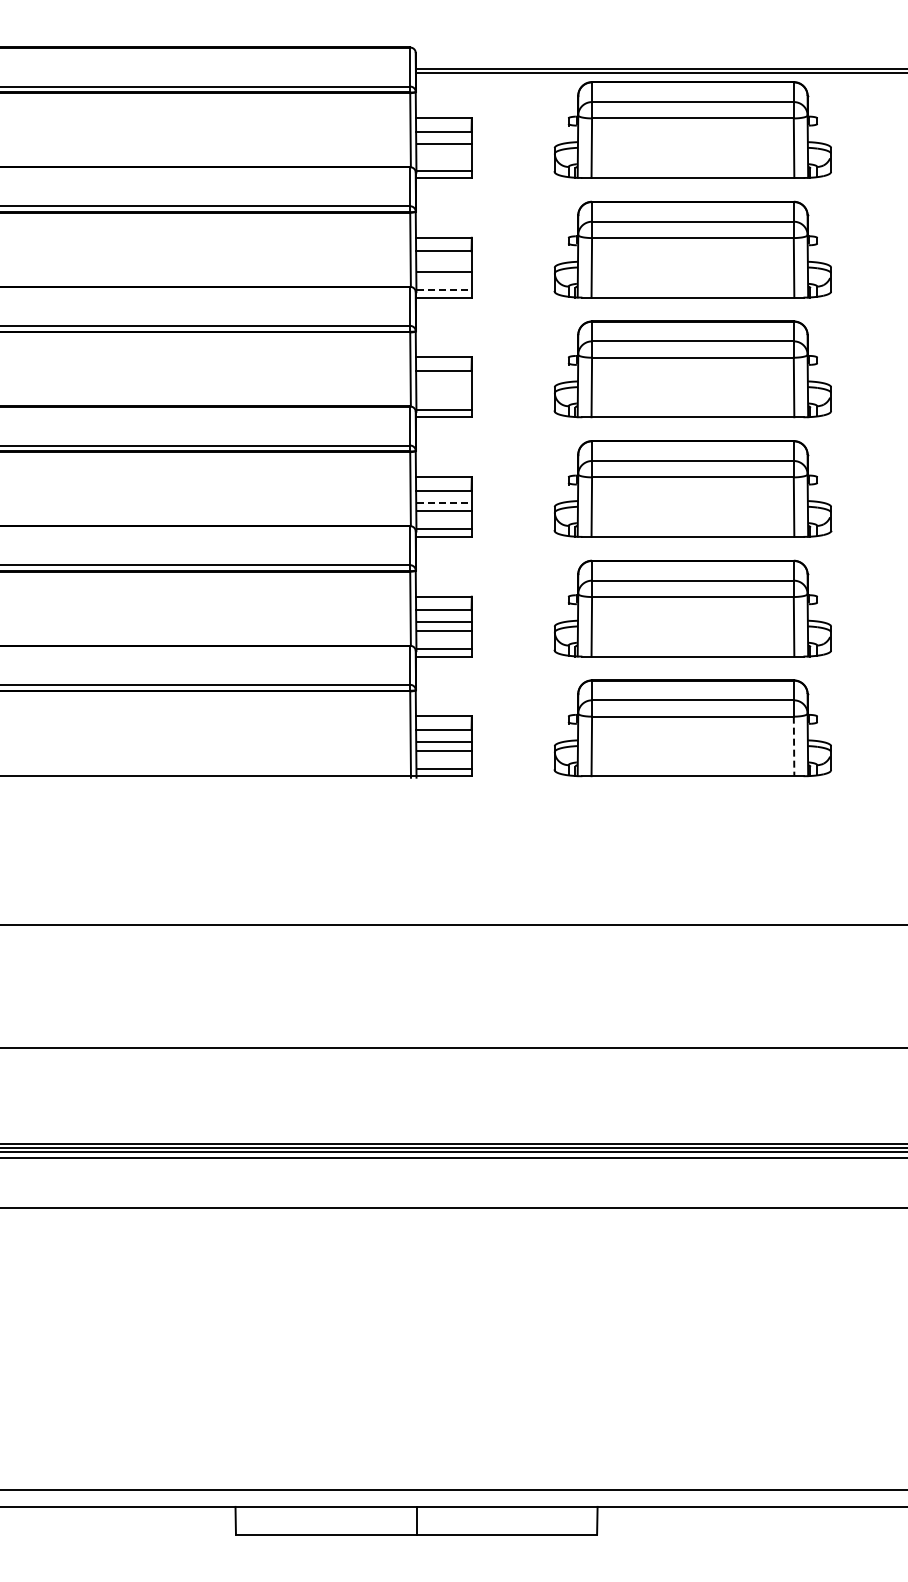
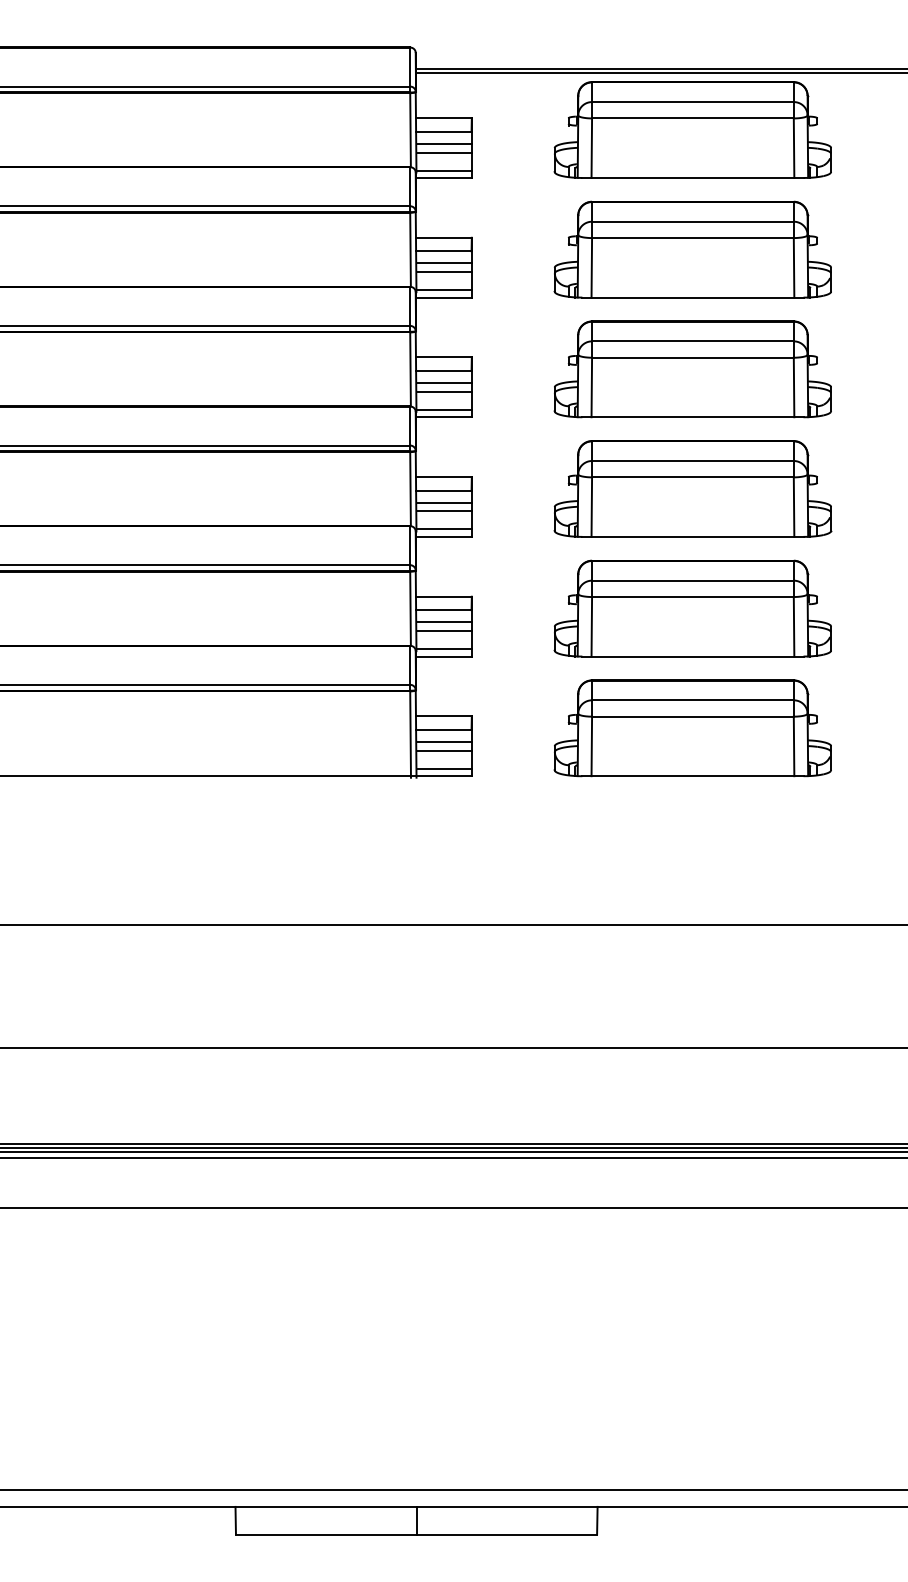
line at (443, 152): none -> present
line at (443, 263): none -> present
line at (444, 290): dashed -> solid
line at (443, 382): none -> present
line at (443, 391): none -> present
line at (444, 502): dashed -> solid
line at (794, 746): dashed -> solid
